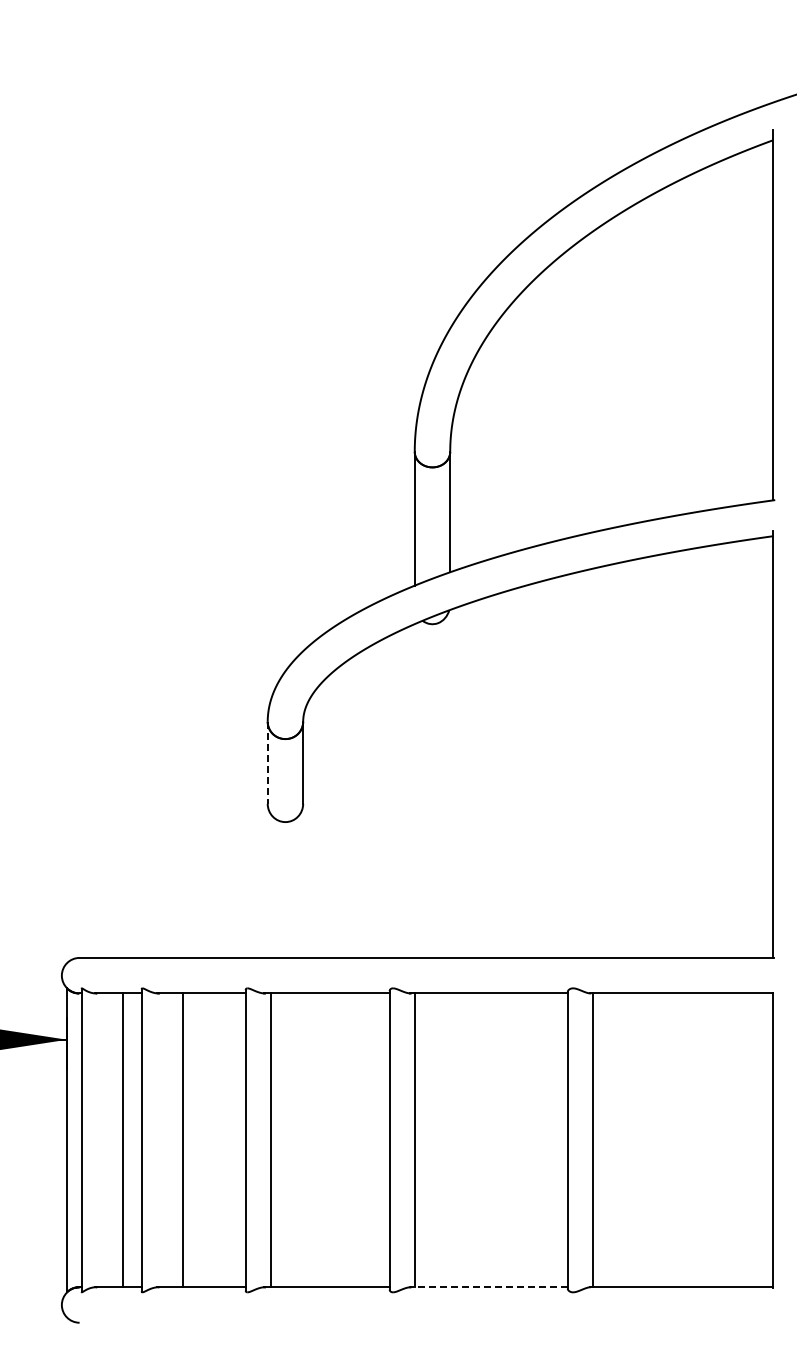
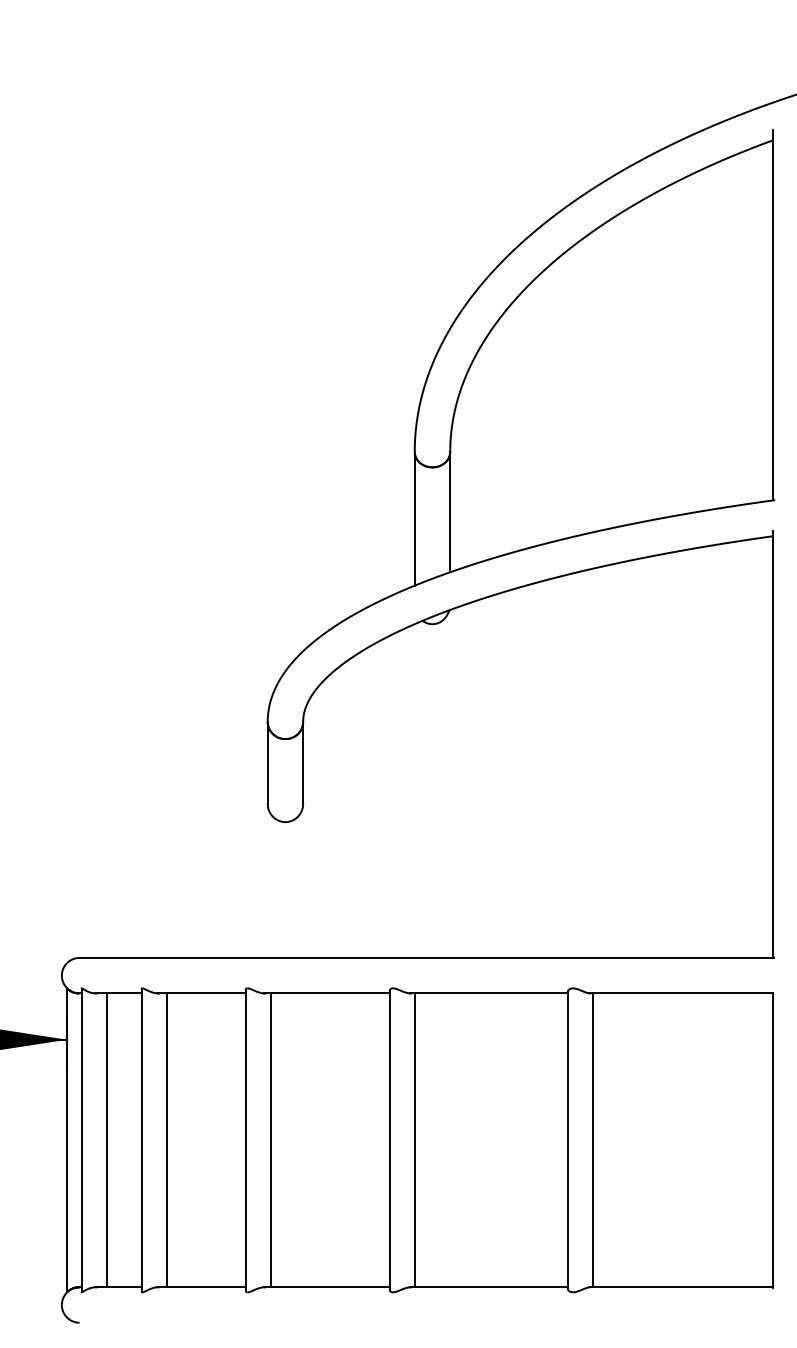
line at (267, 762): dashed -> solid
line at (122, 1140) position: (122, 1140) -> (106, 1140)
line at (182, 1140) position: (182, 1140) -> (166, 1140)
line at (488, 1287): dashed -> solid
